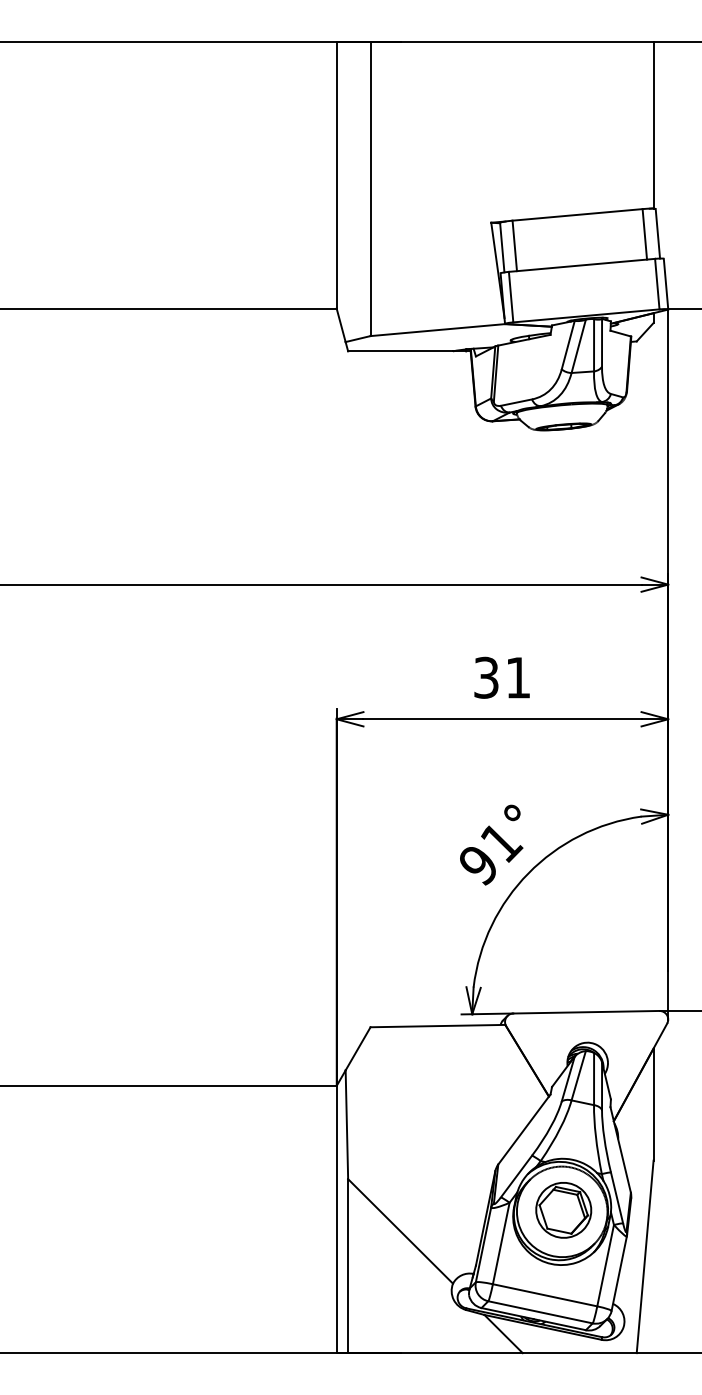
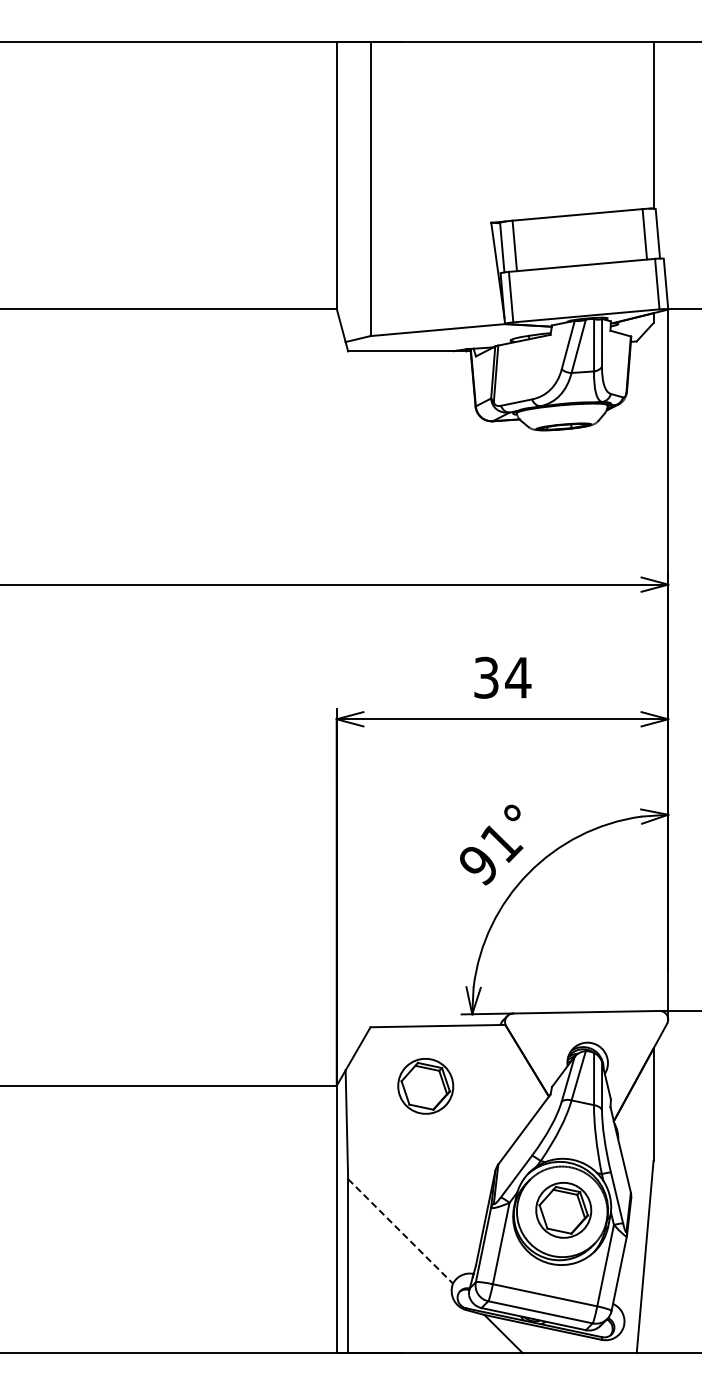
text at (518, 677): 31 -> 34
part at (425, 1086): none -> present
line at (400, 1231): solid -> dashed
